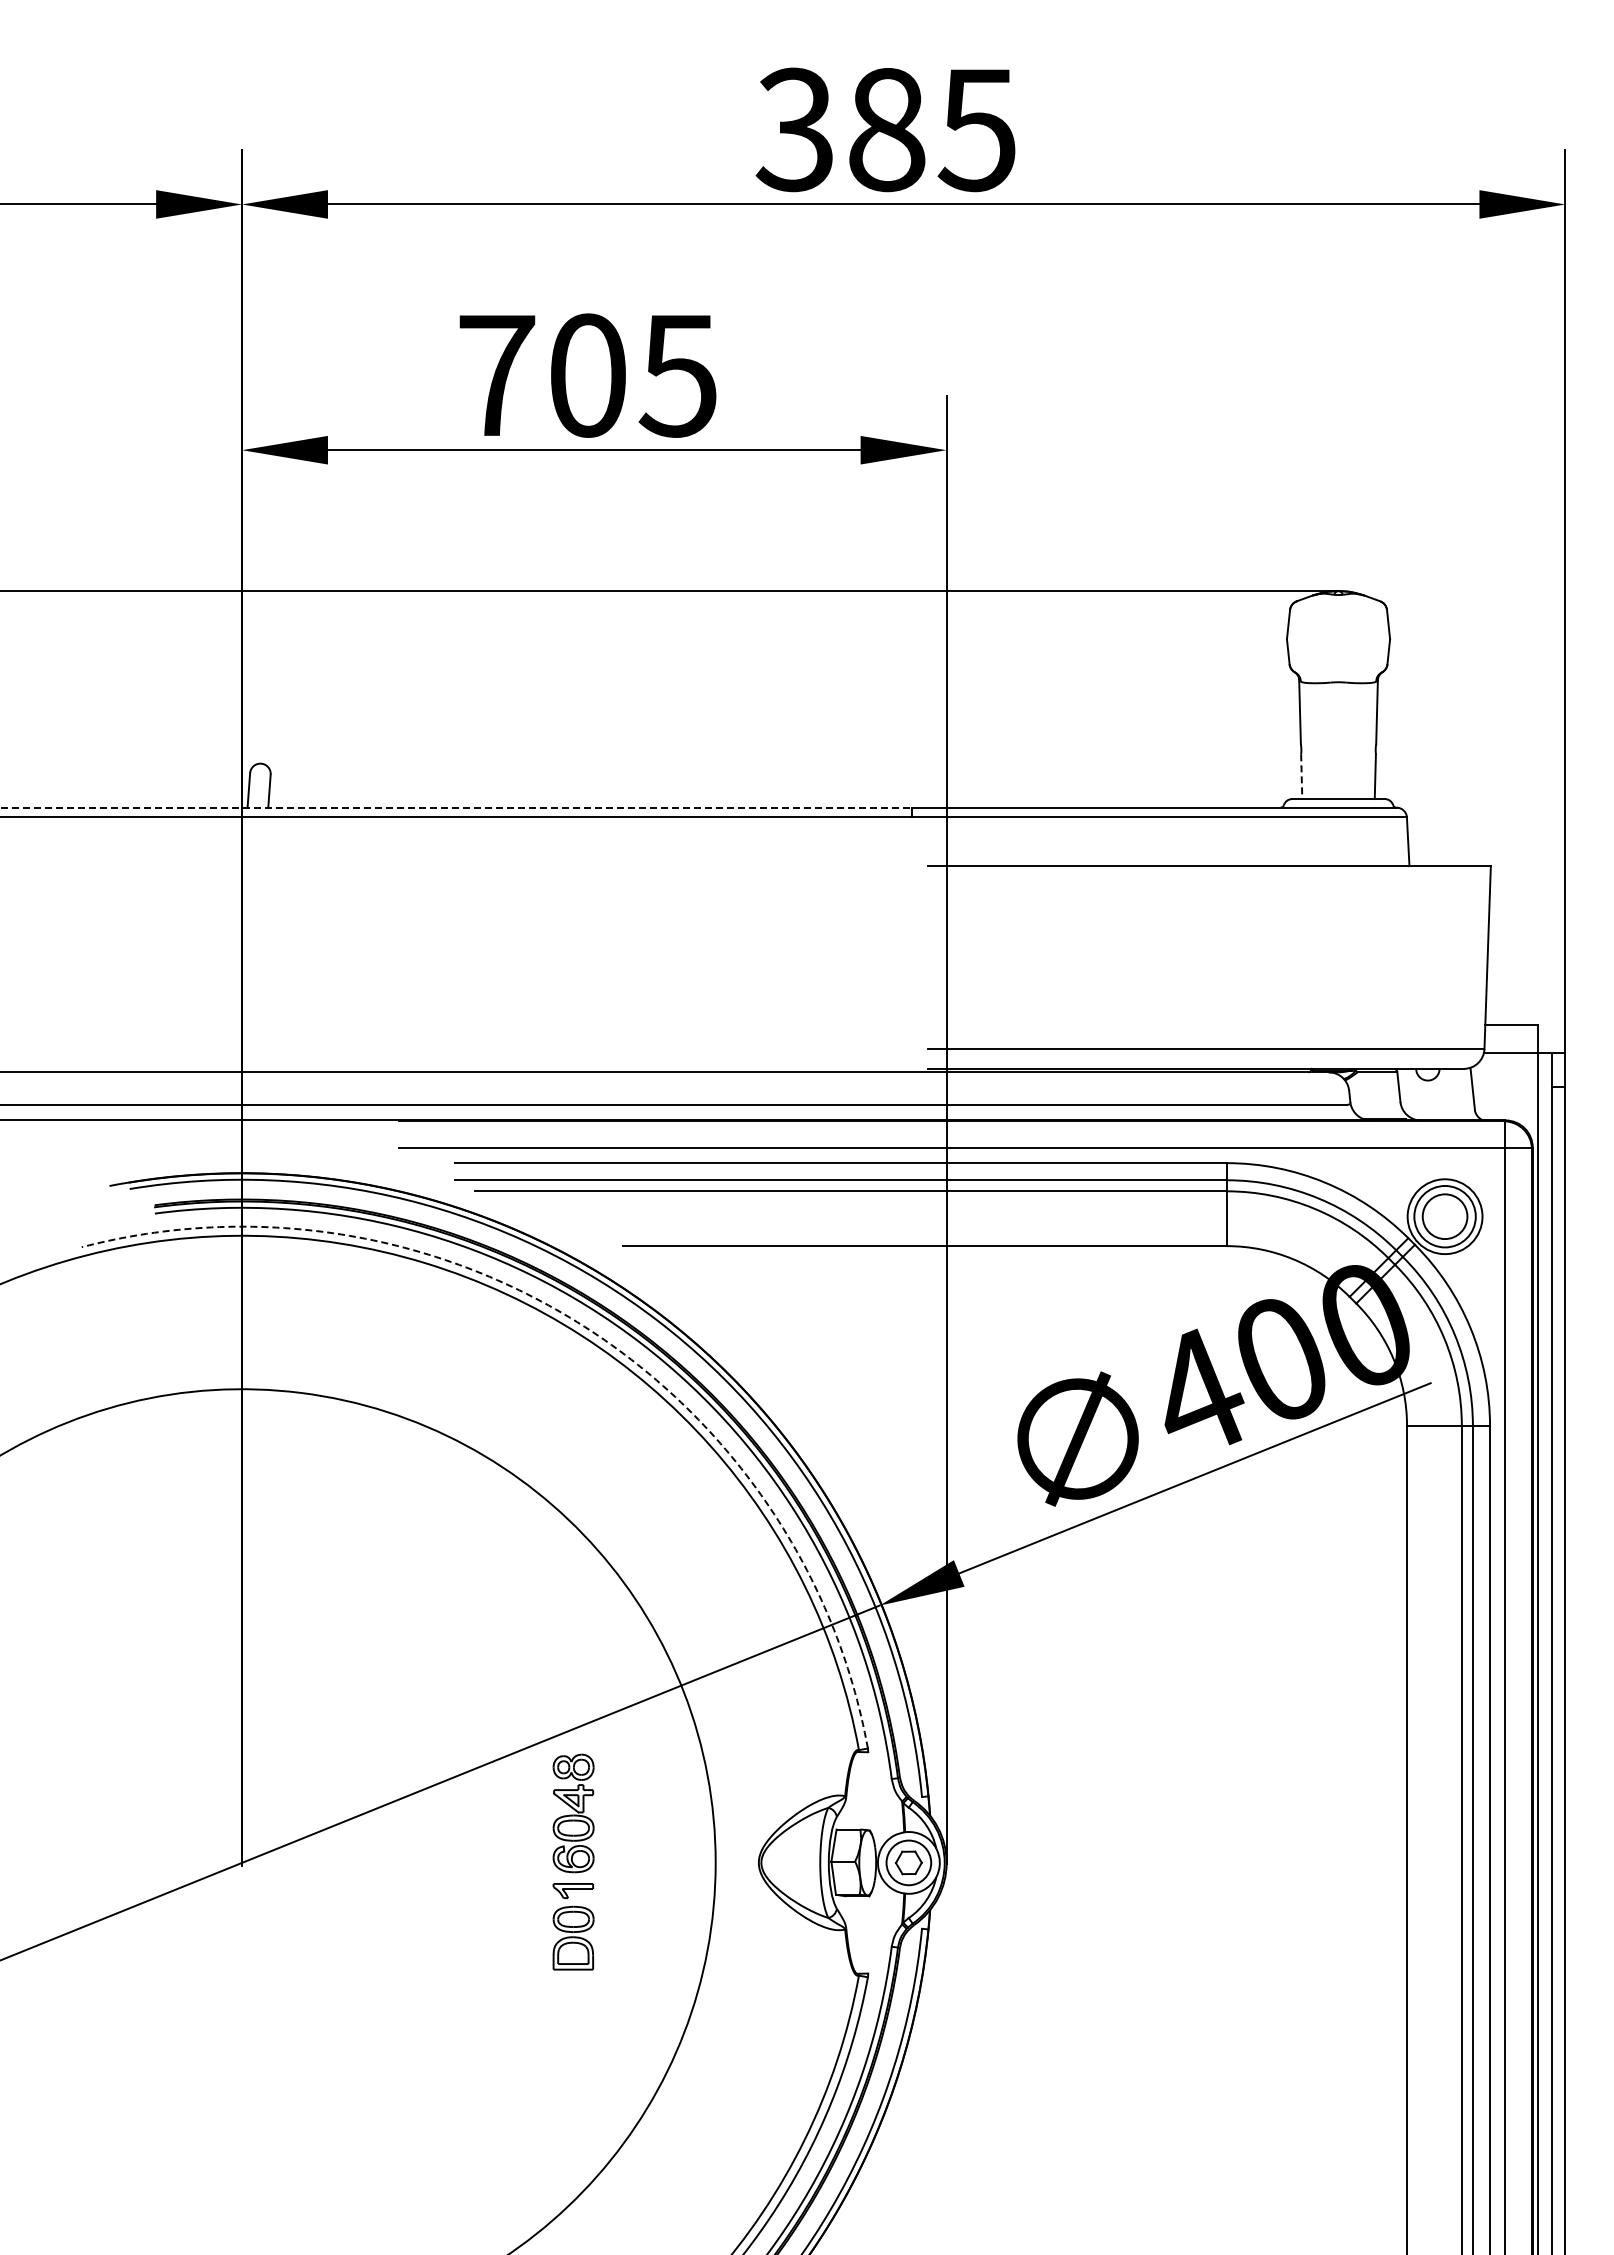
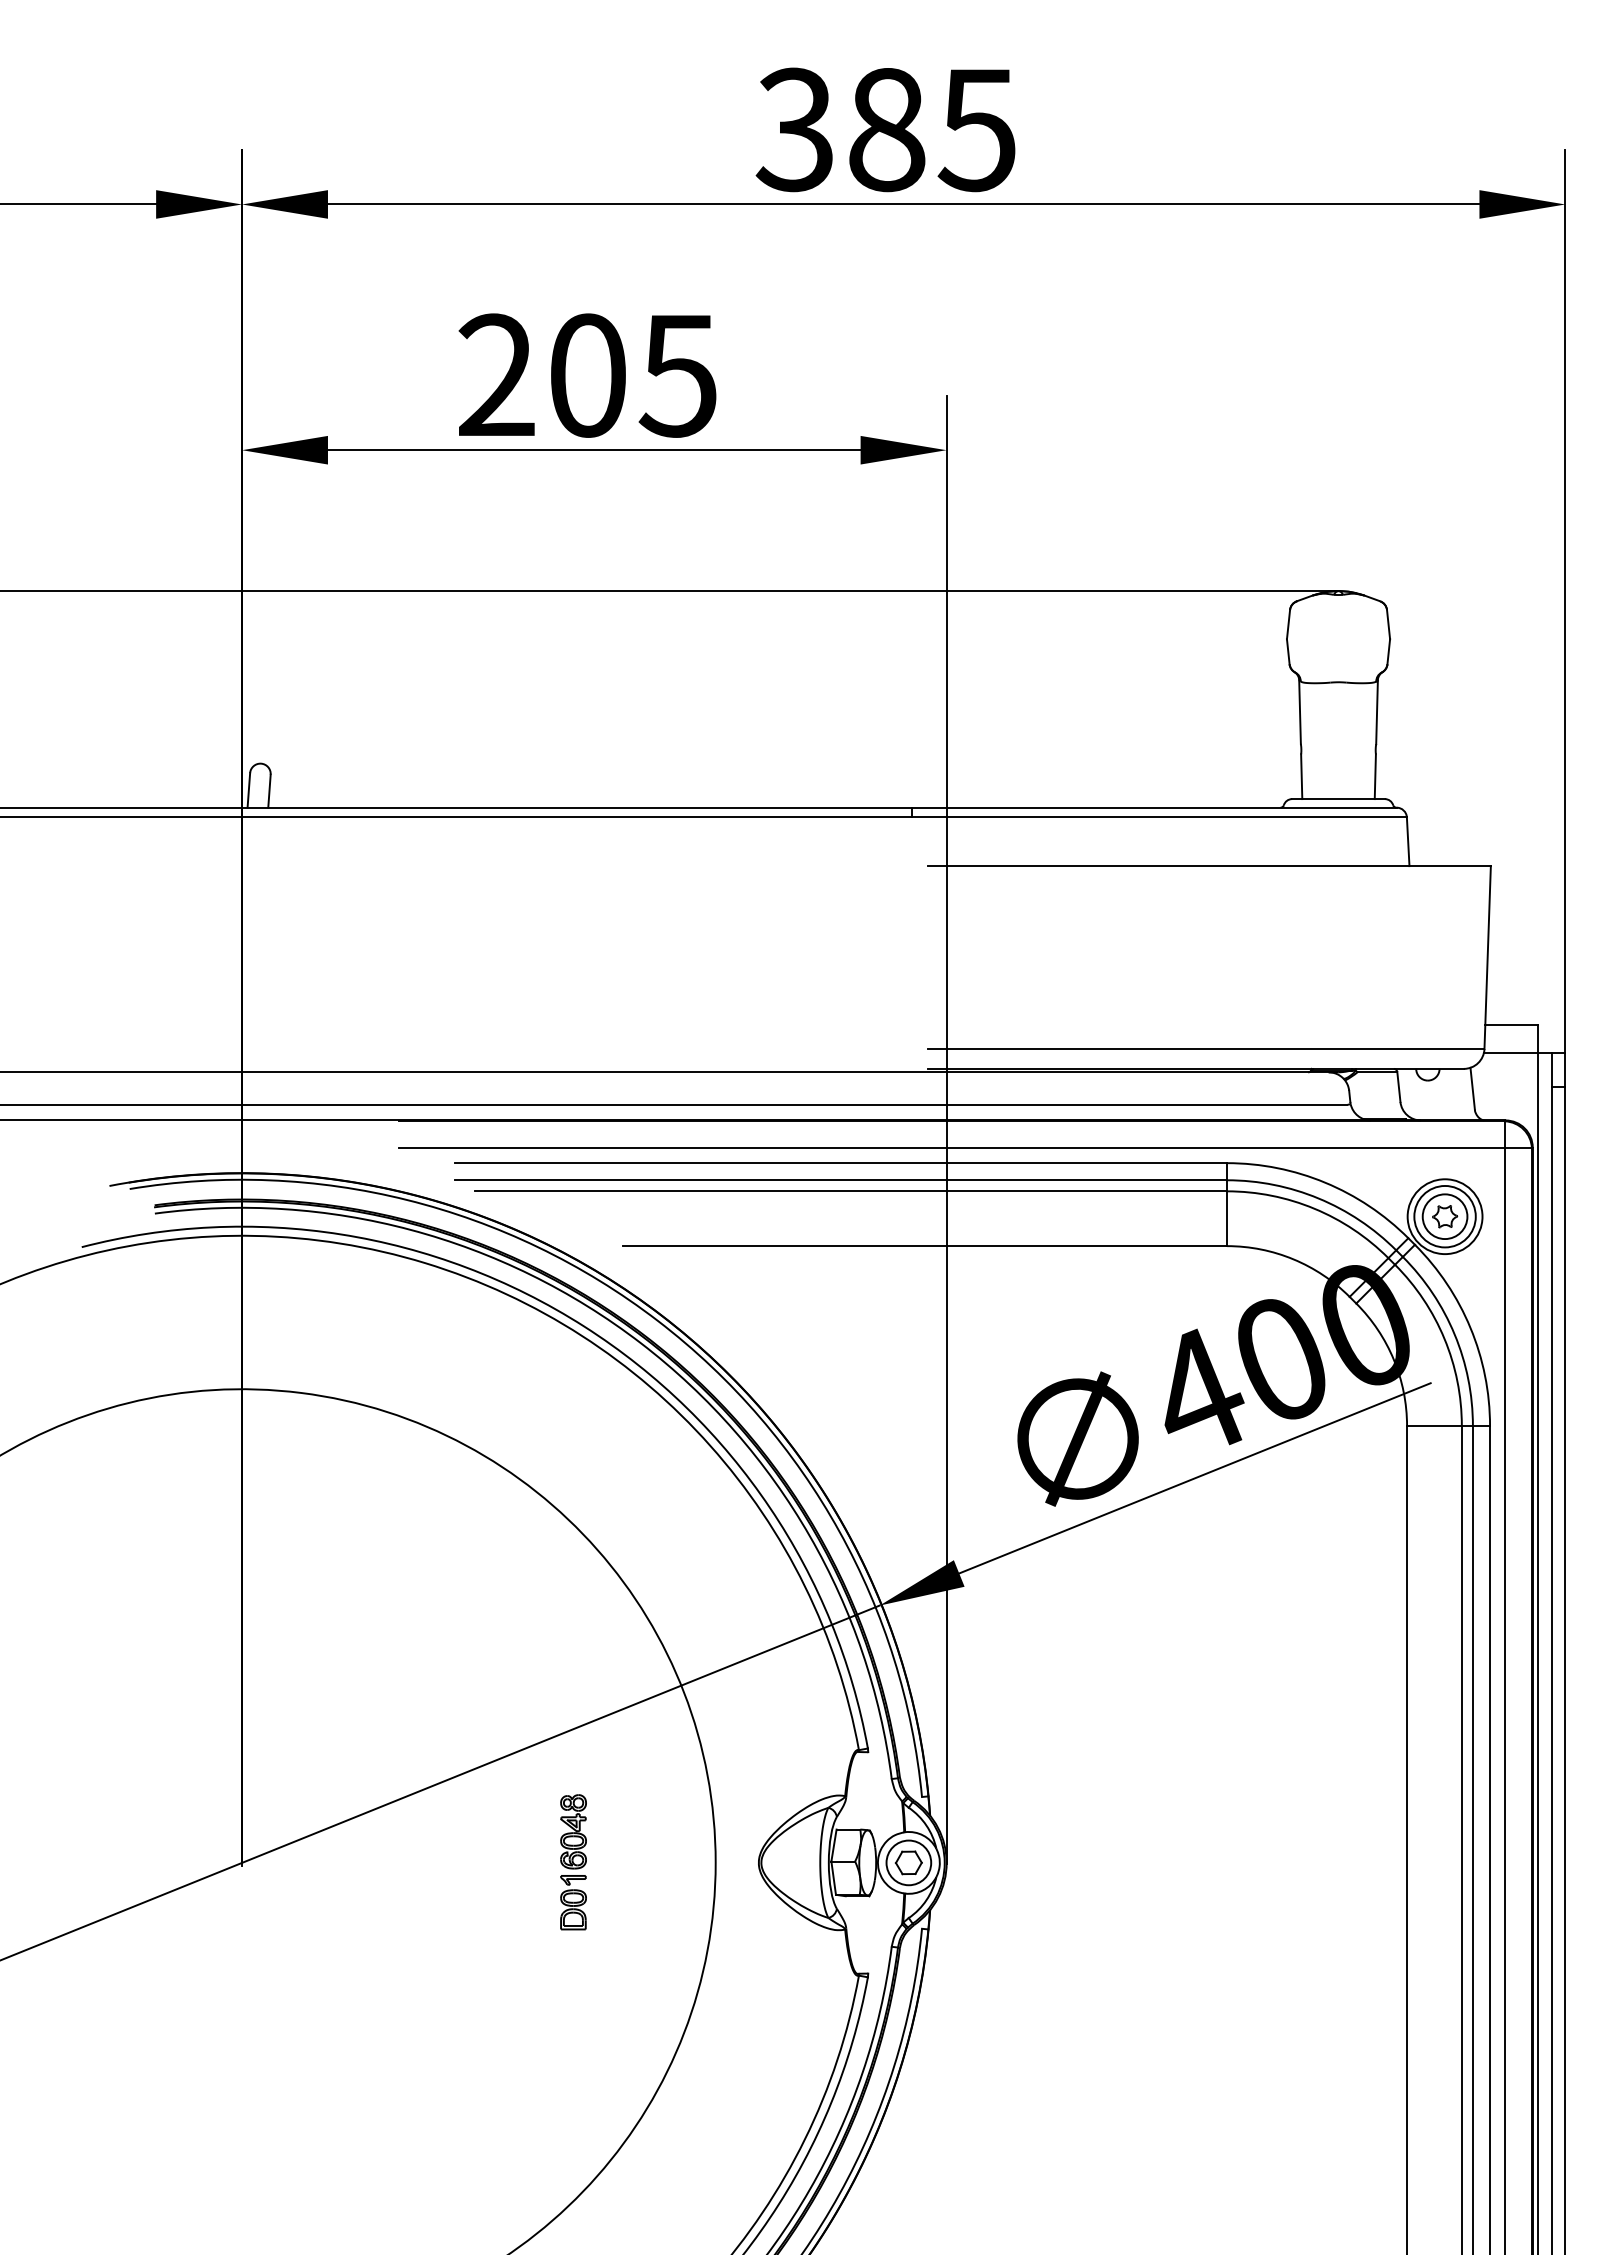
text at (496, 374): 705 -> 205
line at (1301, 777): dashed -> solid
line at (456, 807): dashed -> solid
part at (1445, 1216): none -> present
arc at (584, 1326): dashed -> solid
part at (573, 1861) size: 43x218 px -> 27x137 px
